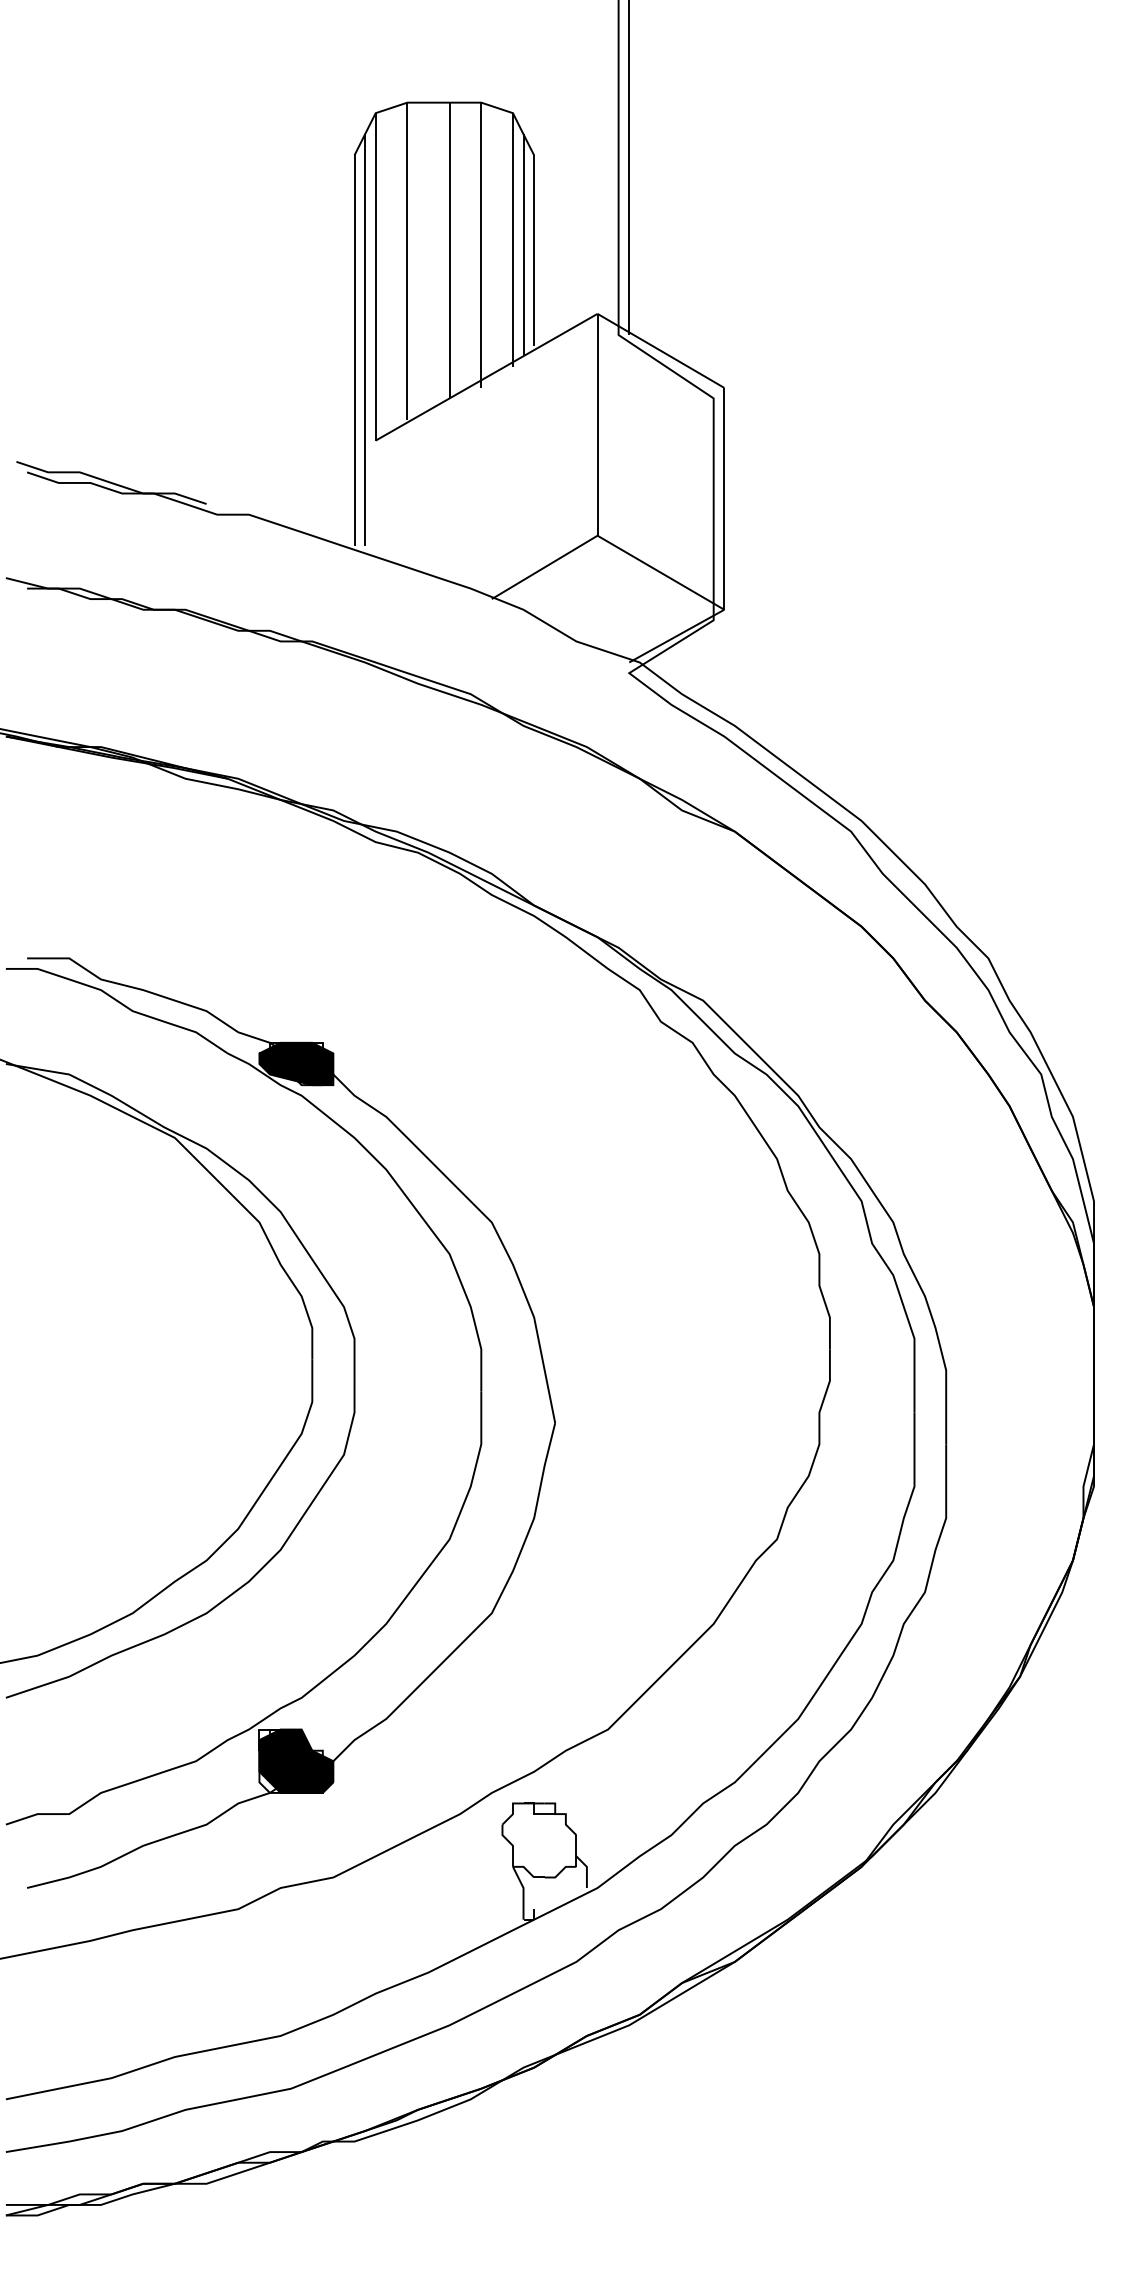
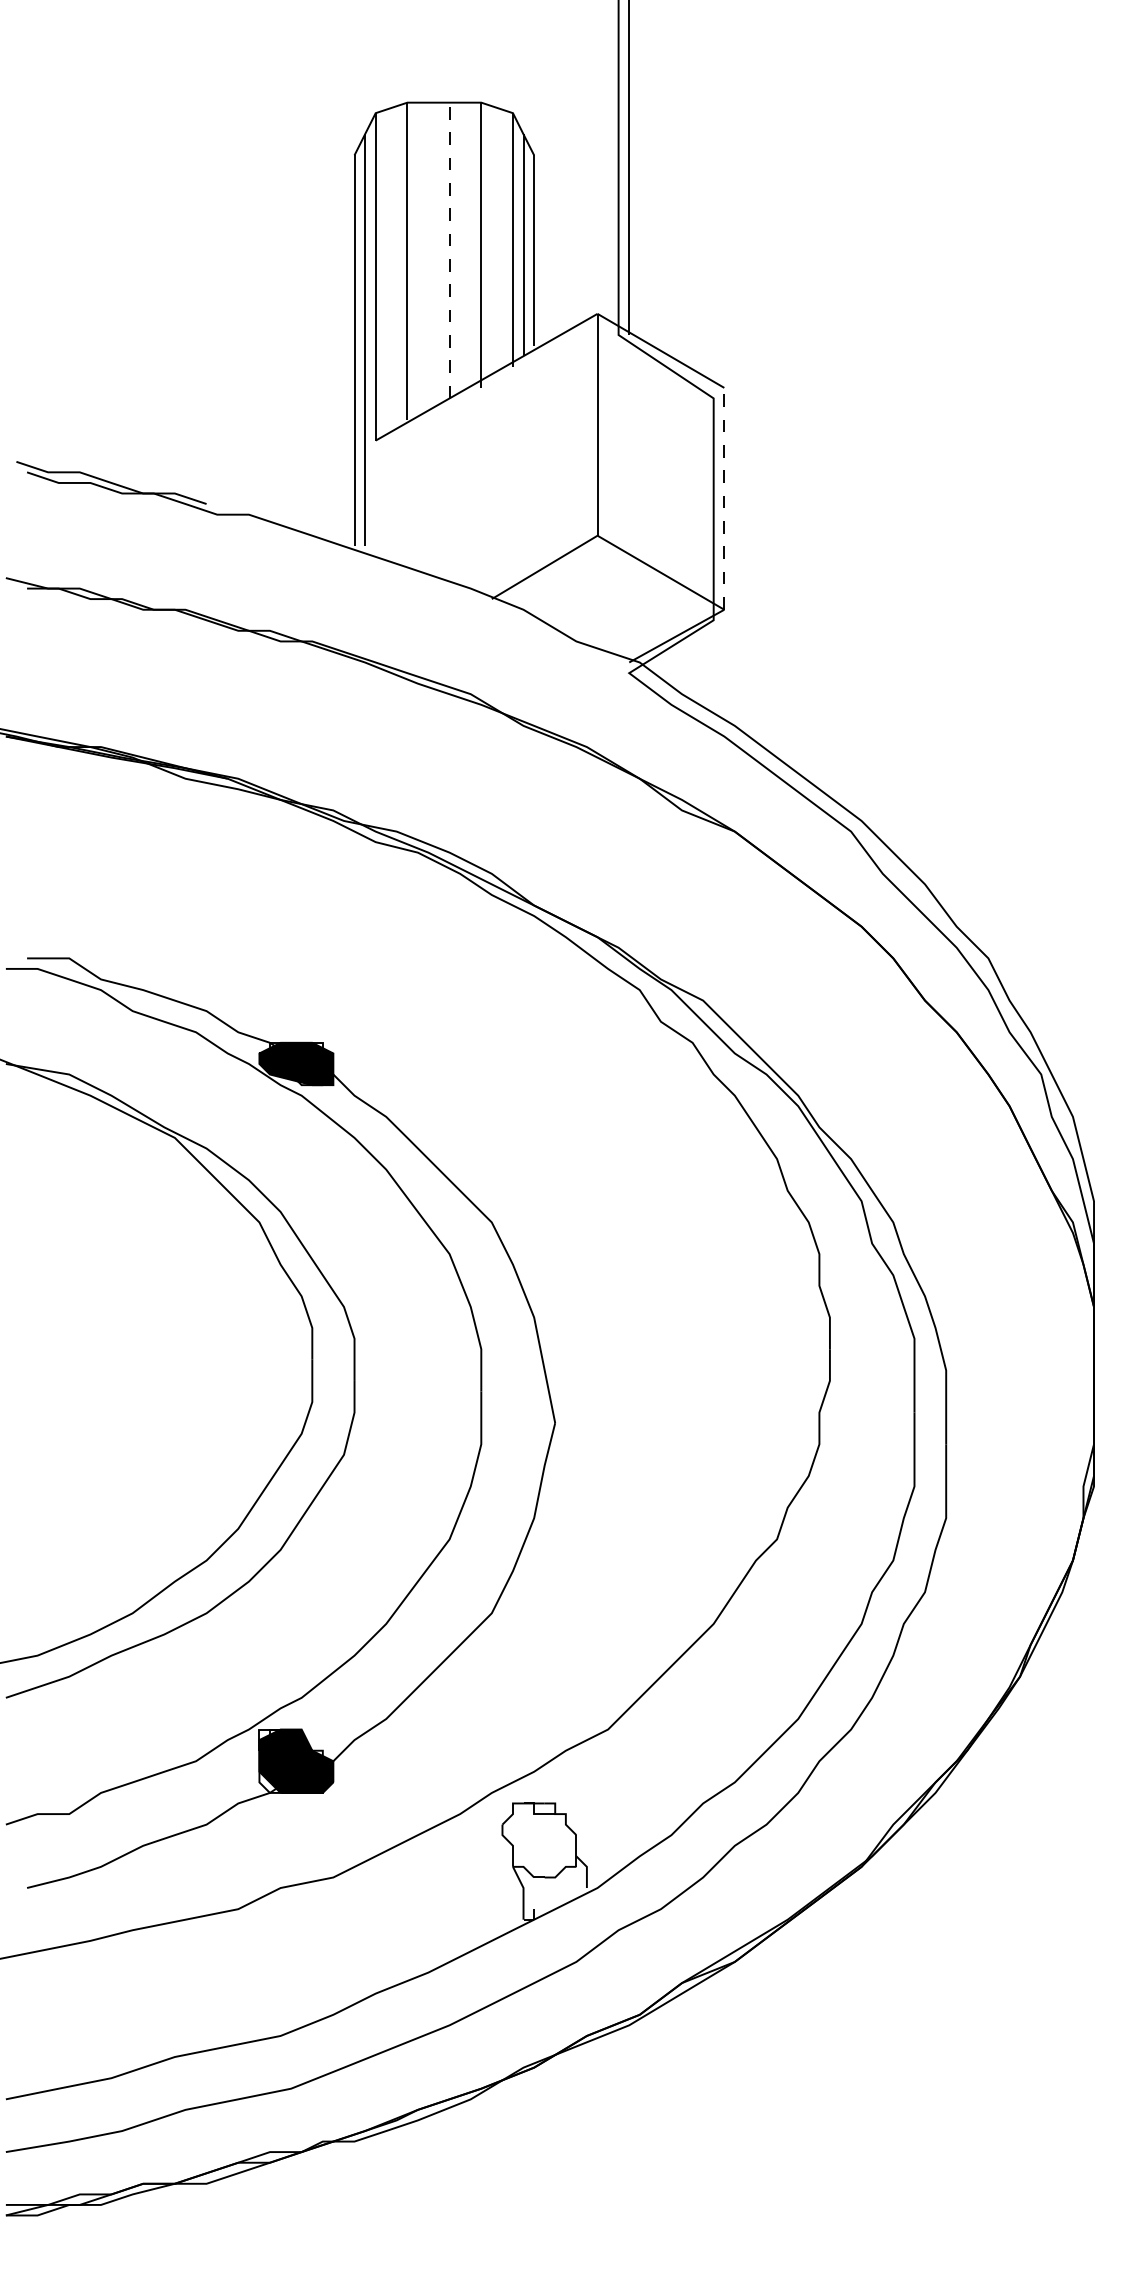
line at (449, 250): solid -> dashed
line at (724, 498): solid -> dashed
